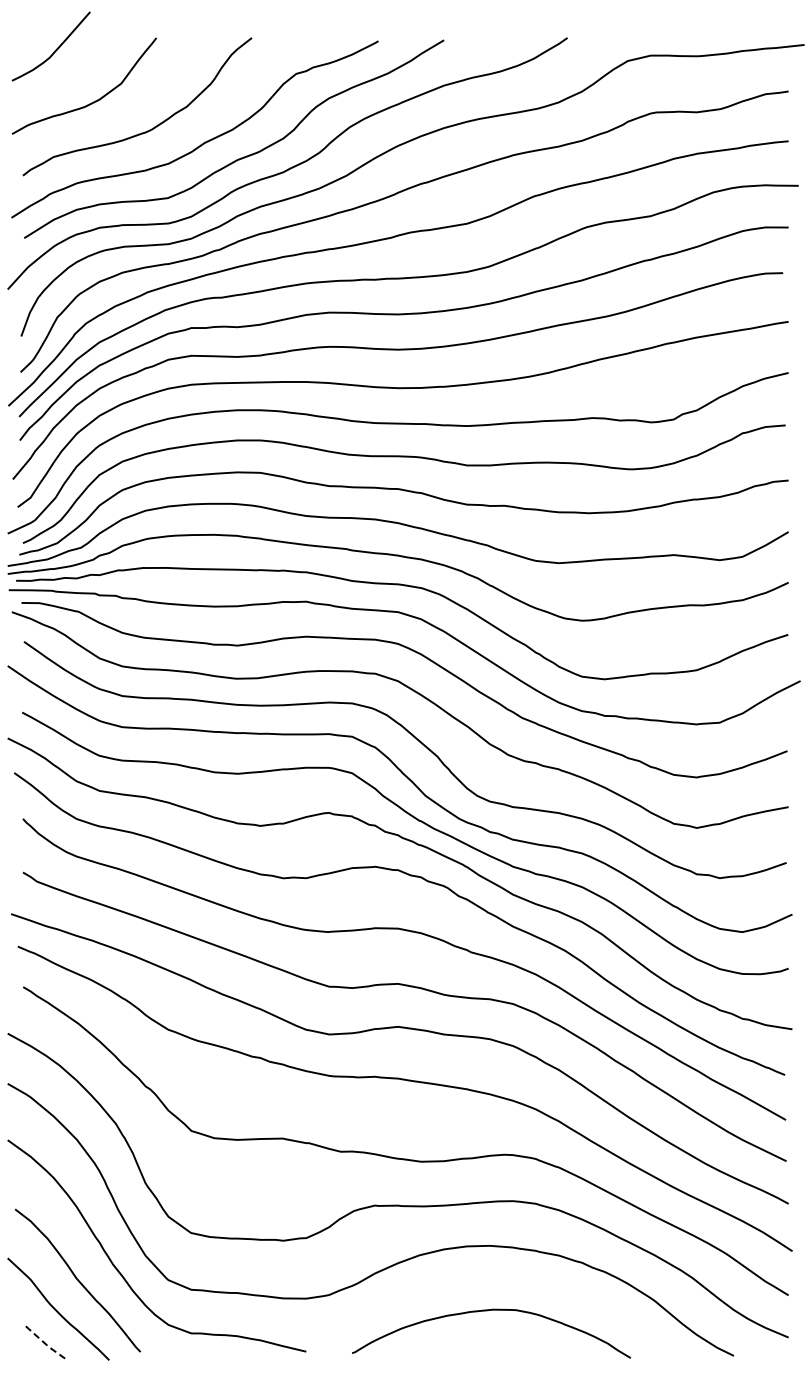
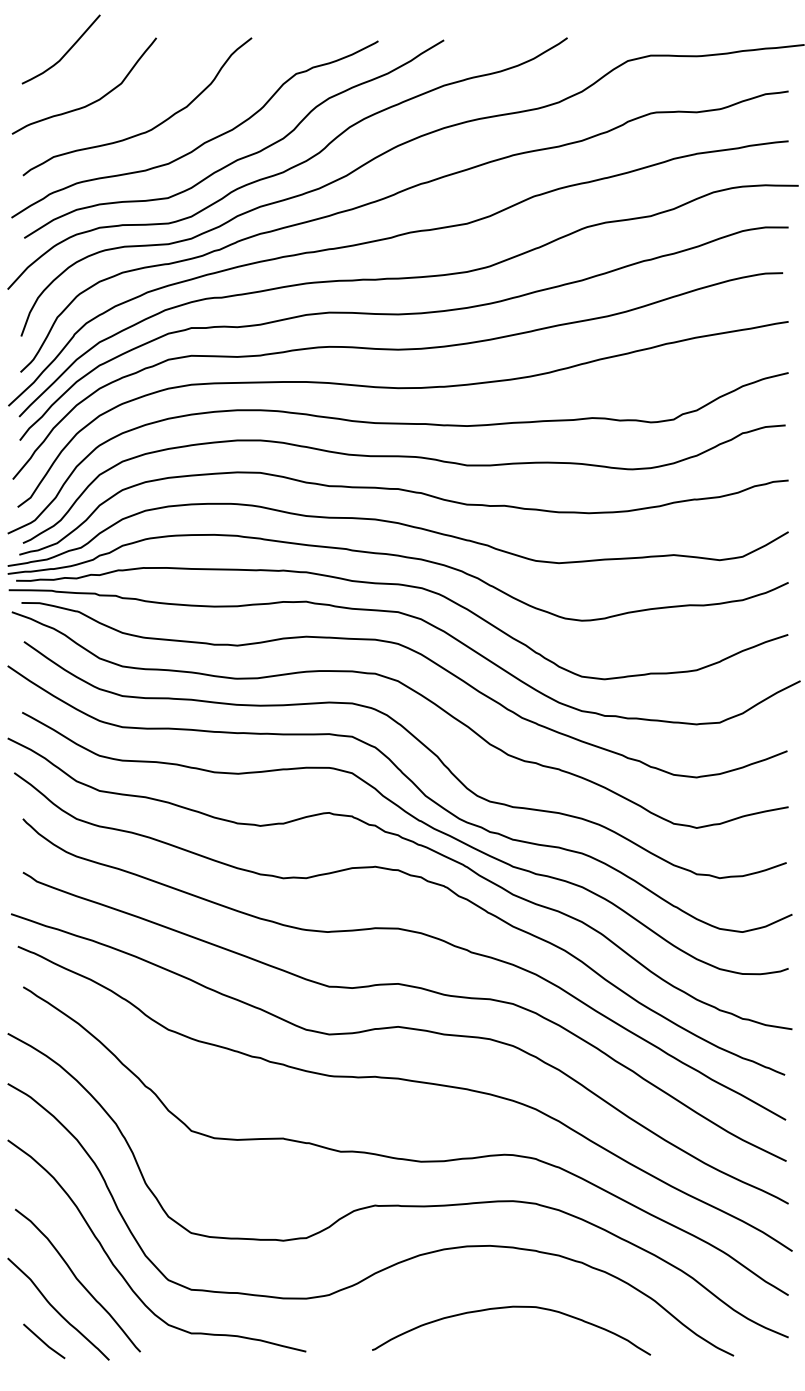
curve at (54, 50) position: (54, 50) -> (64, 53)
curve at (487, 1311) position: (487, 1311) -> (507, 1308)
line at (43, 1342): dashed -> solid
